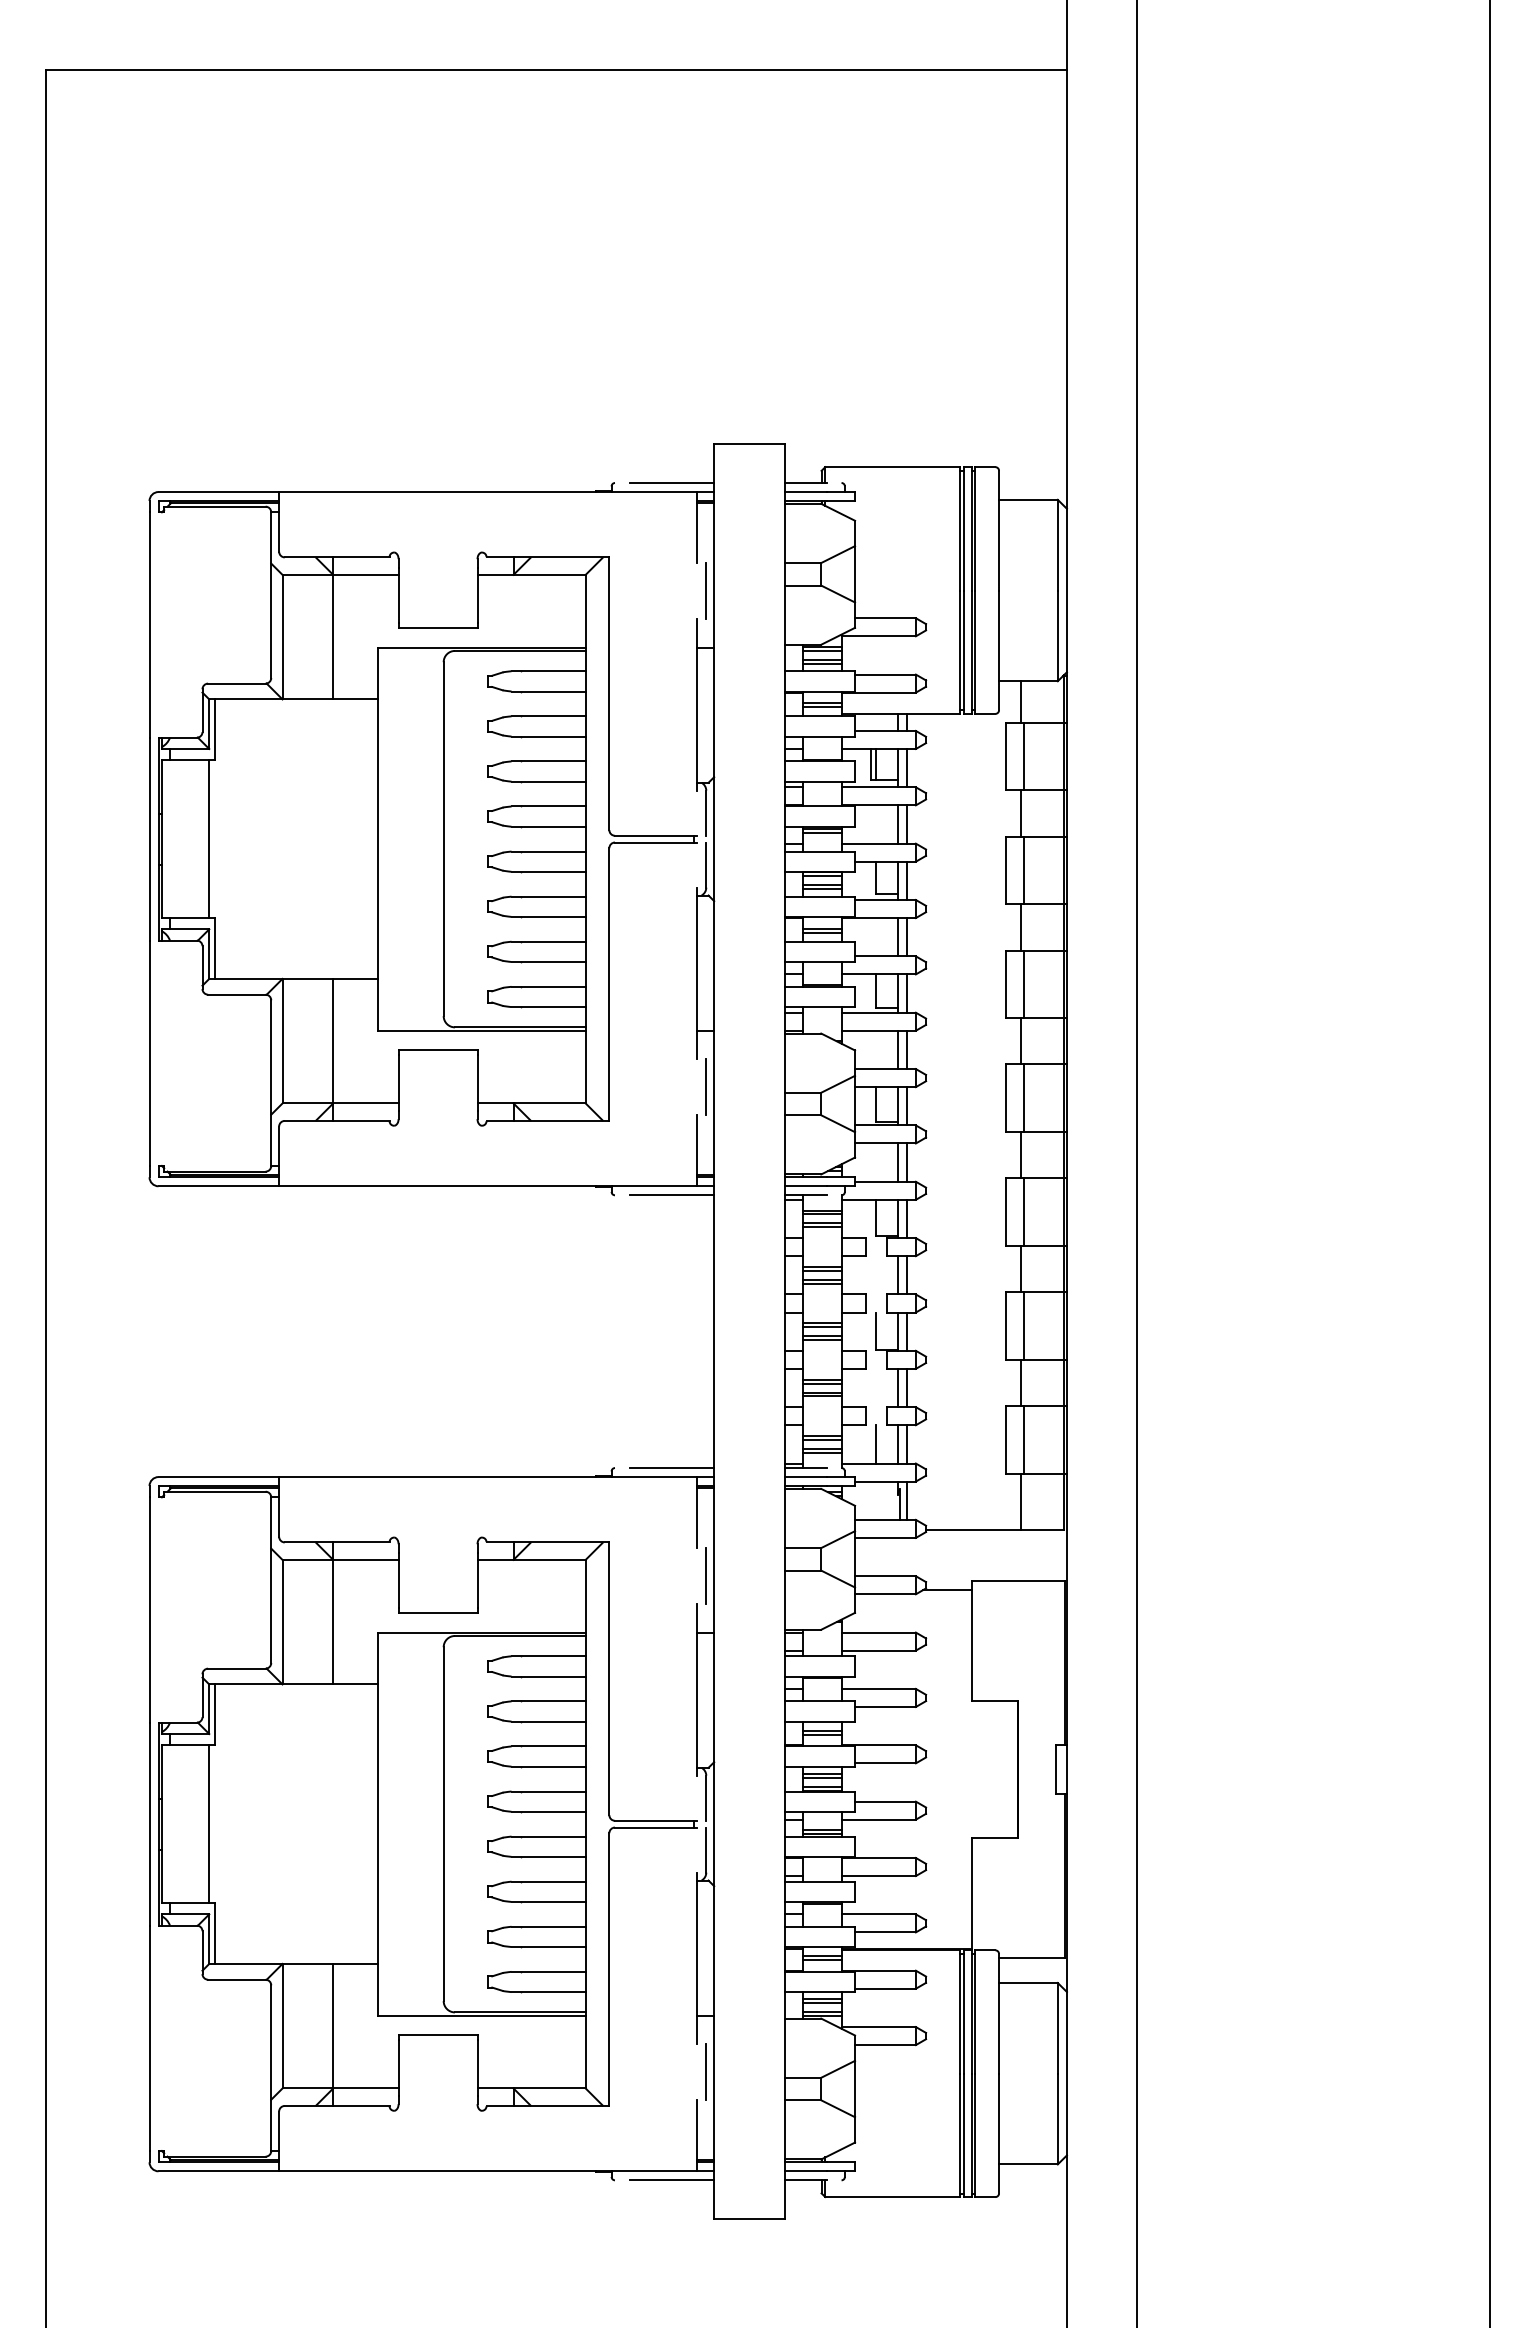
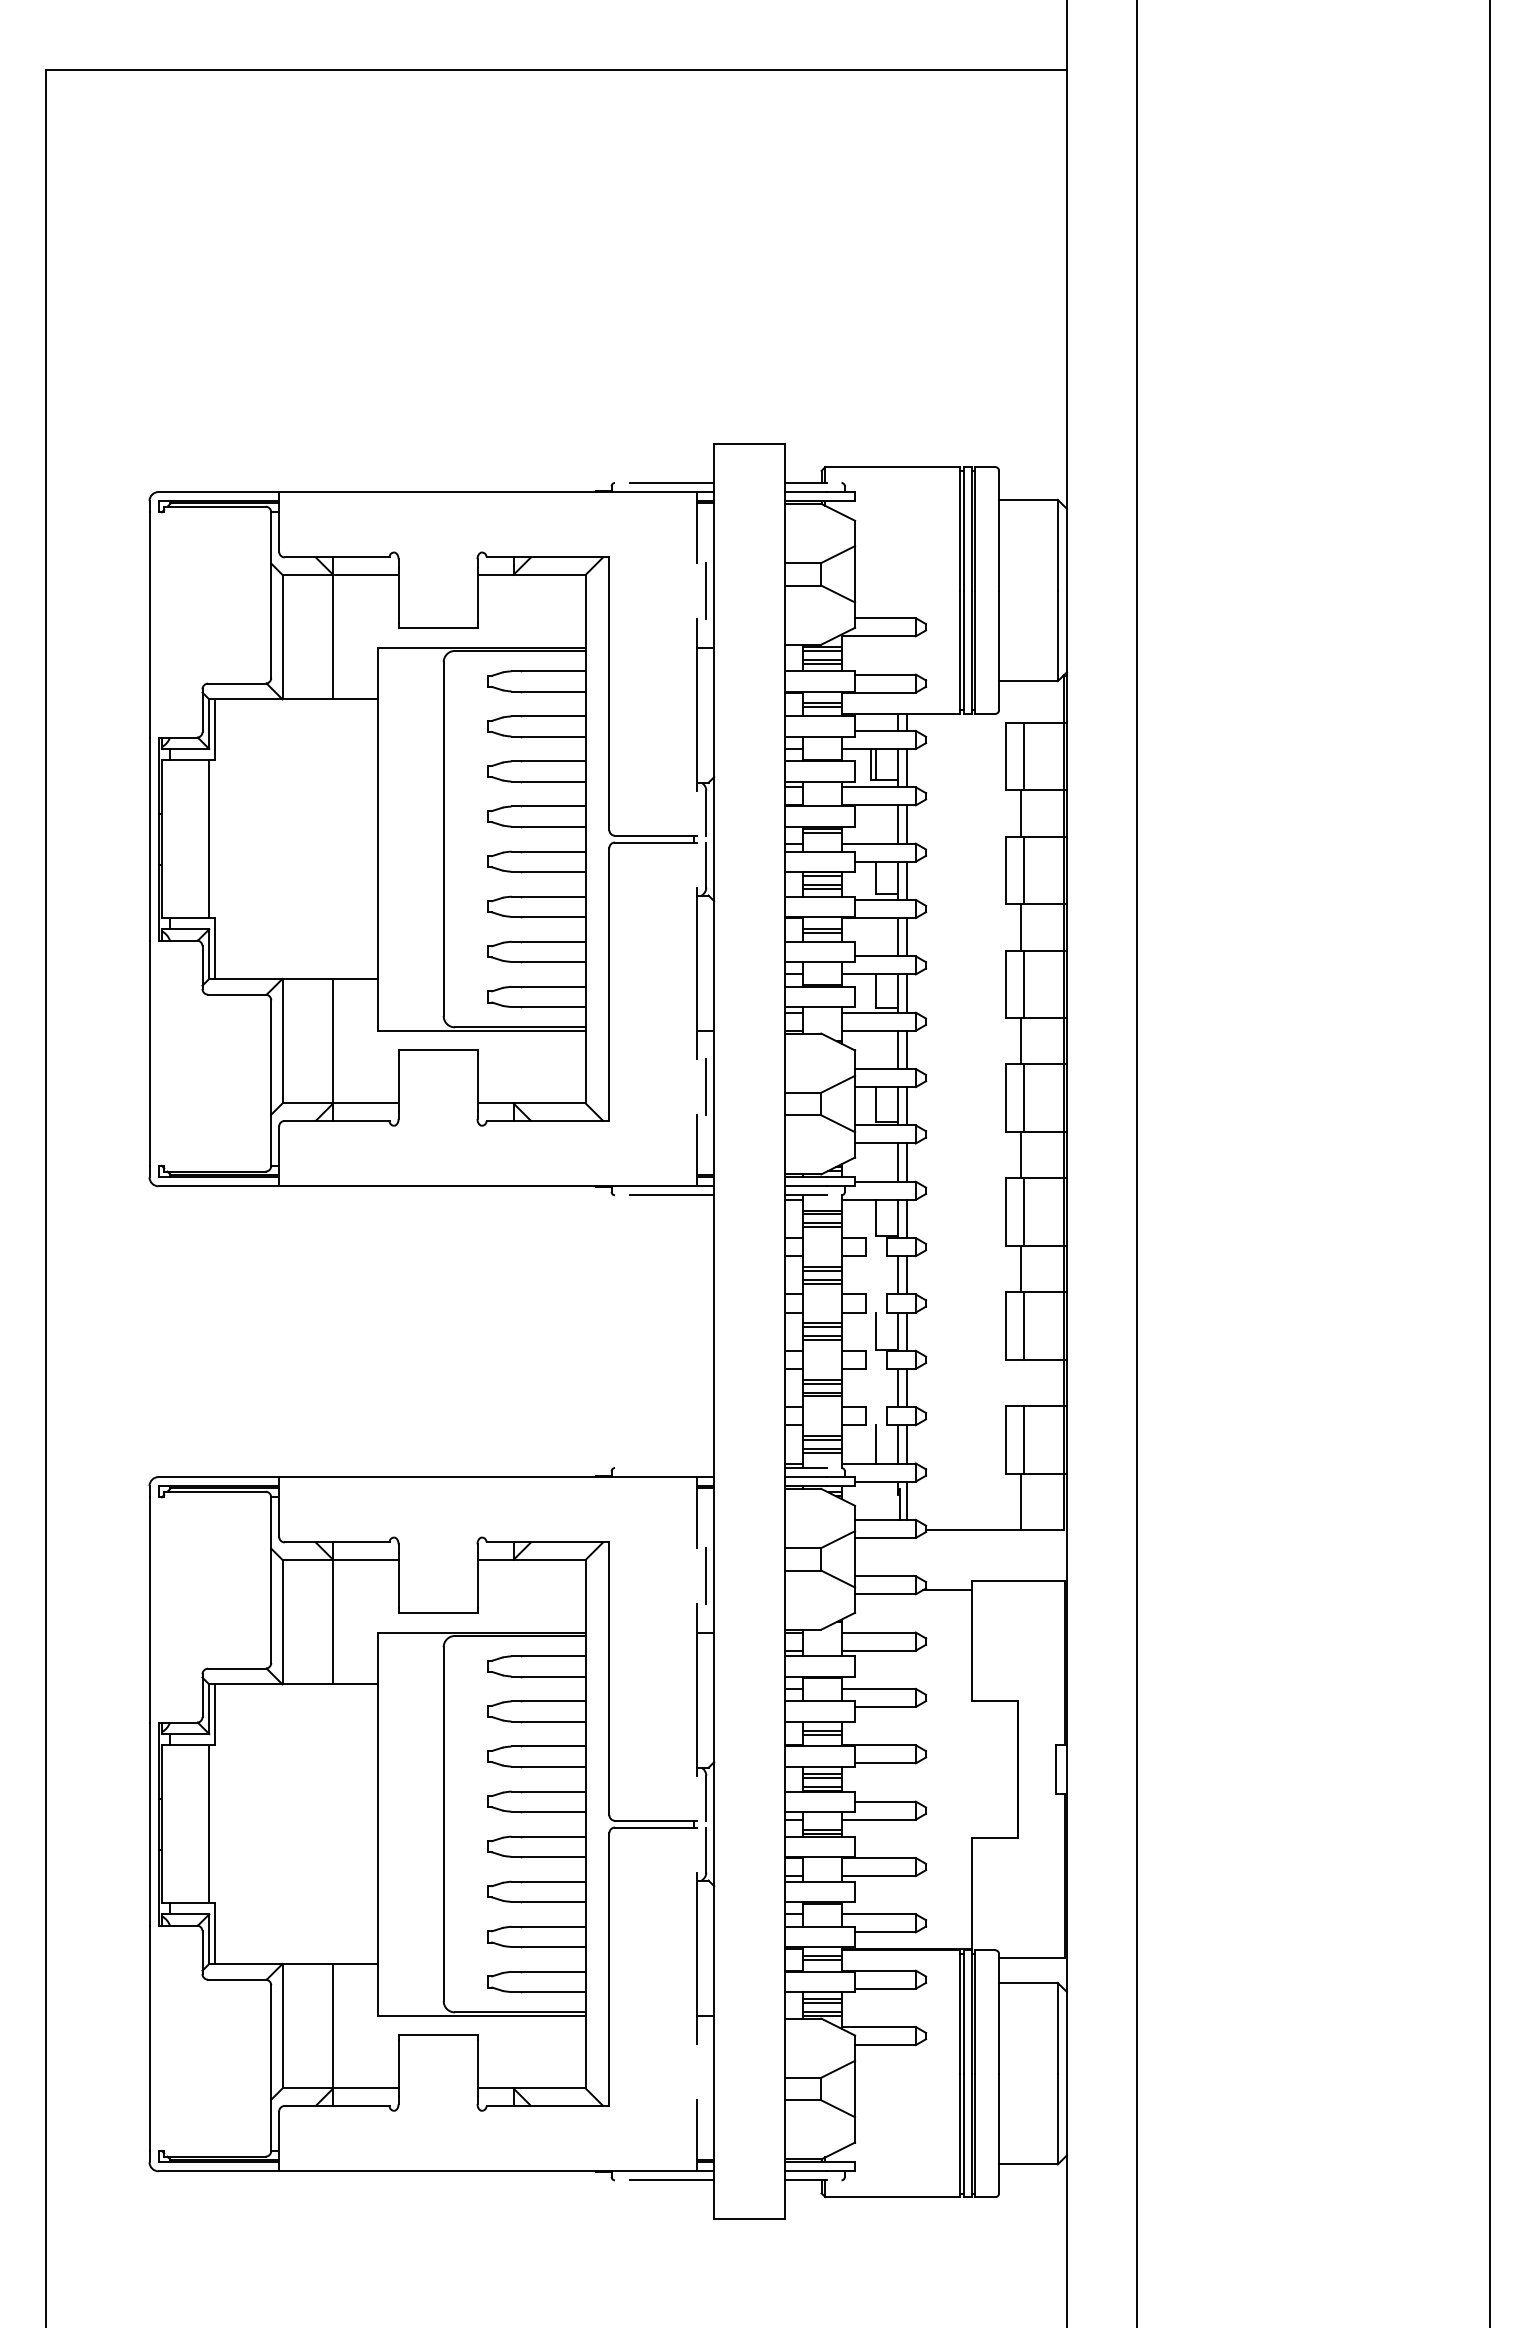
line at (1020, 701): present -> none
line at (1020, 1382): present -> none
line at (671, 1468): present -> none
line at (706, 2071): present -> none
